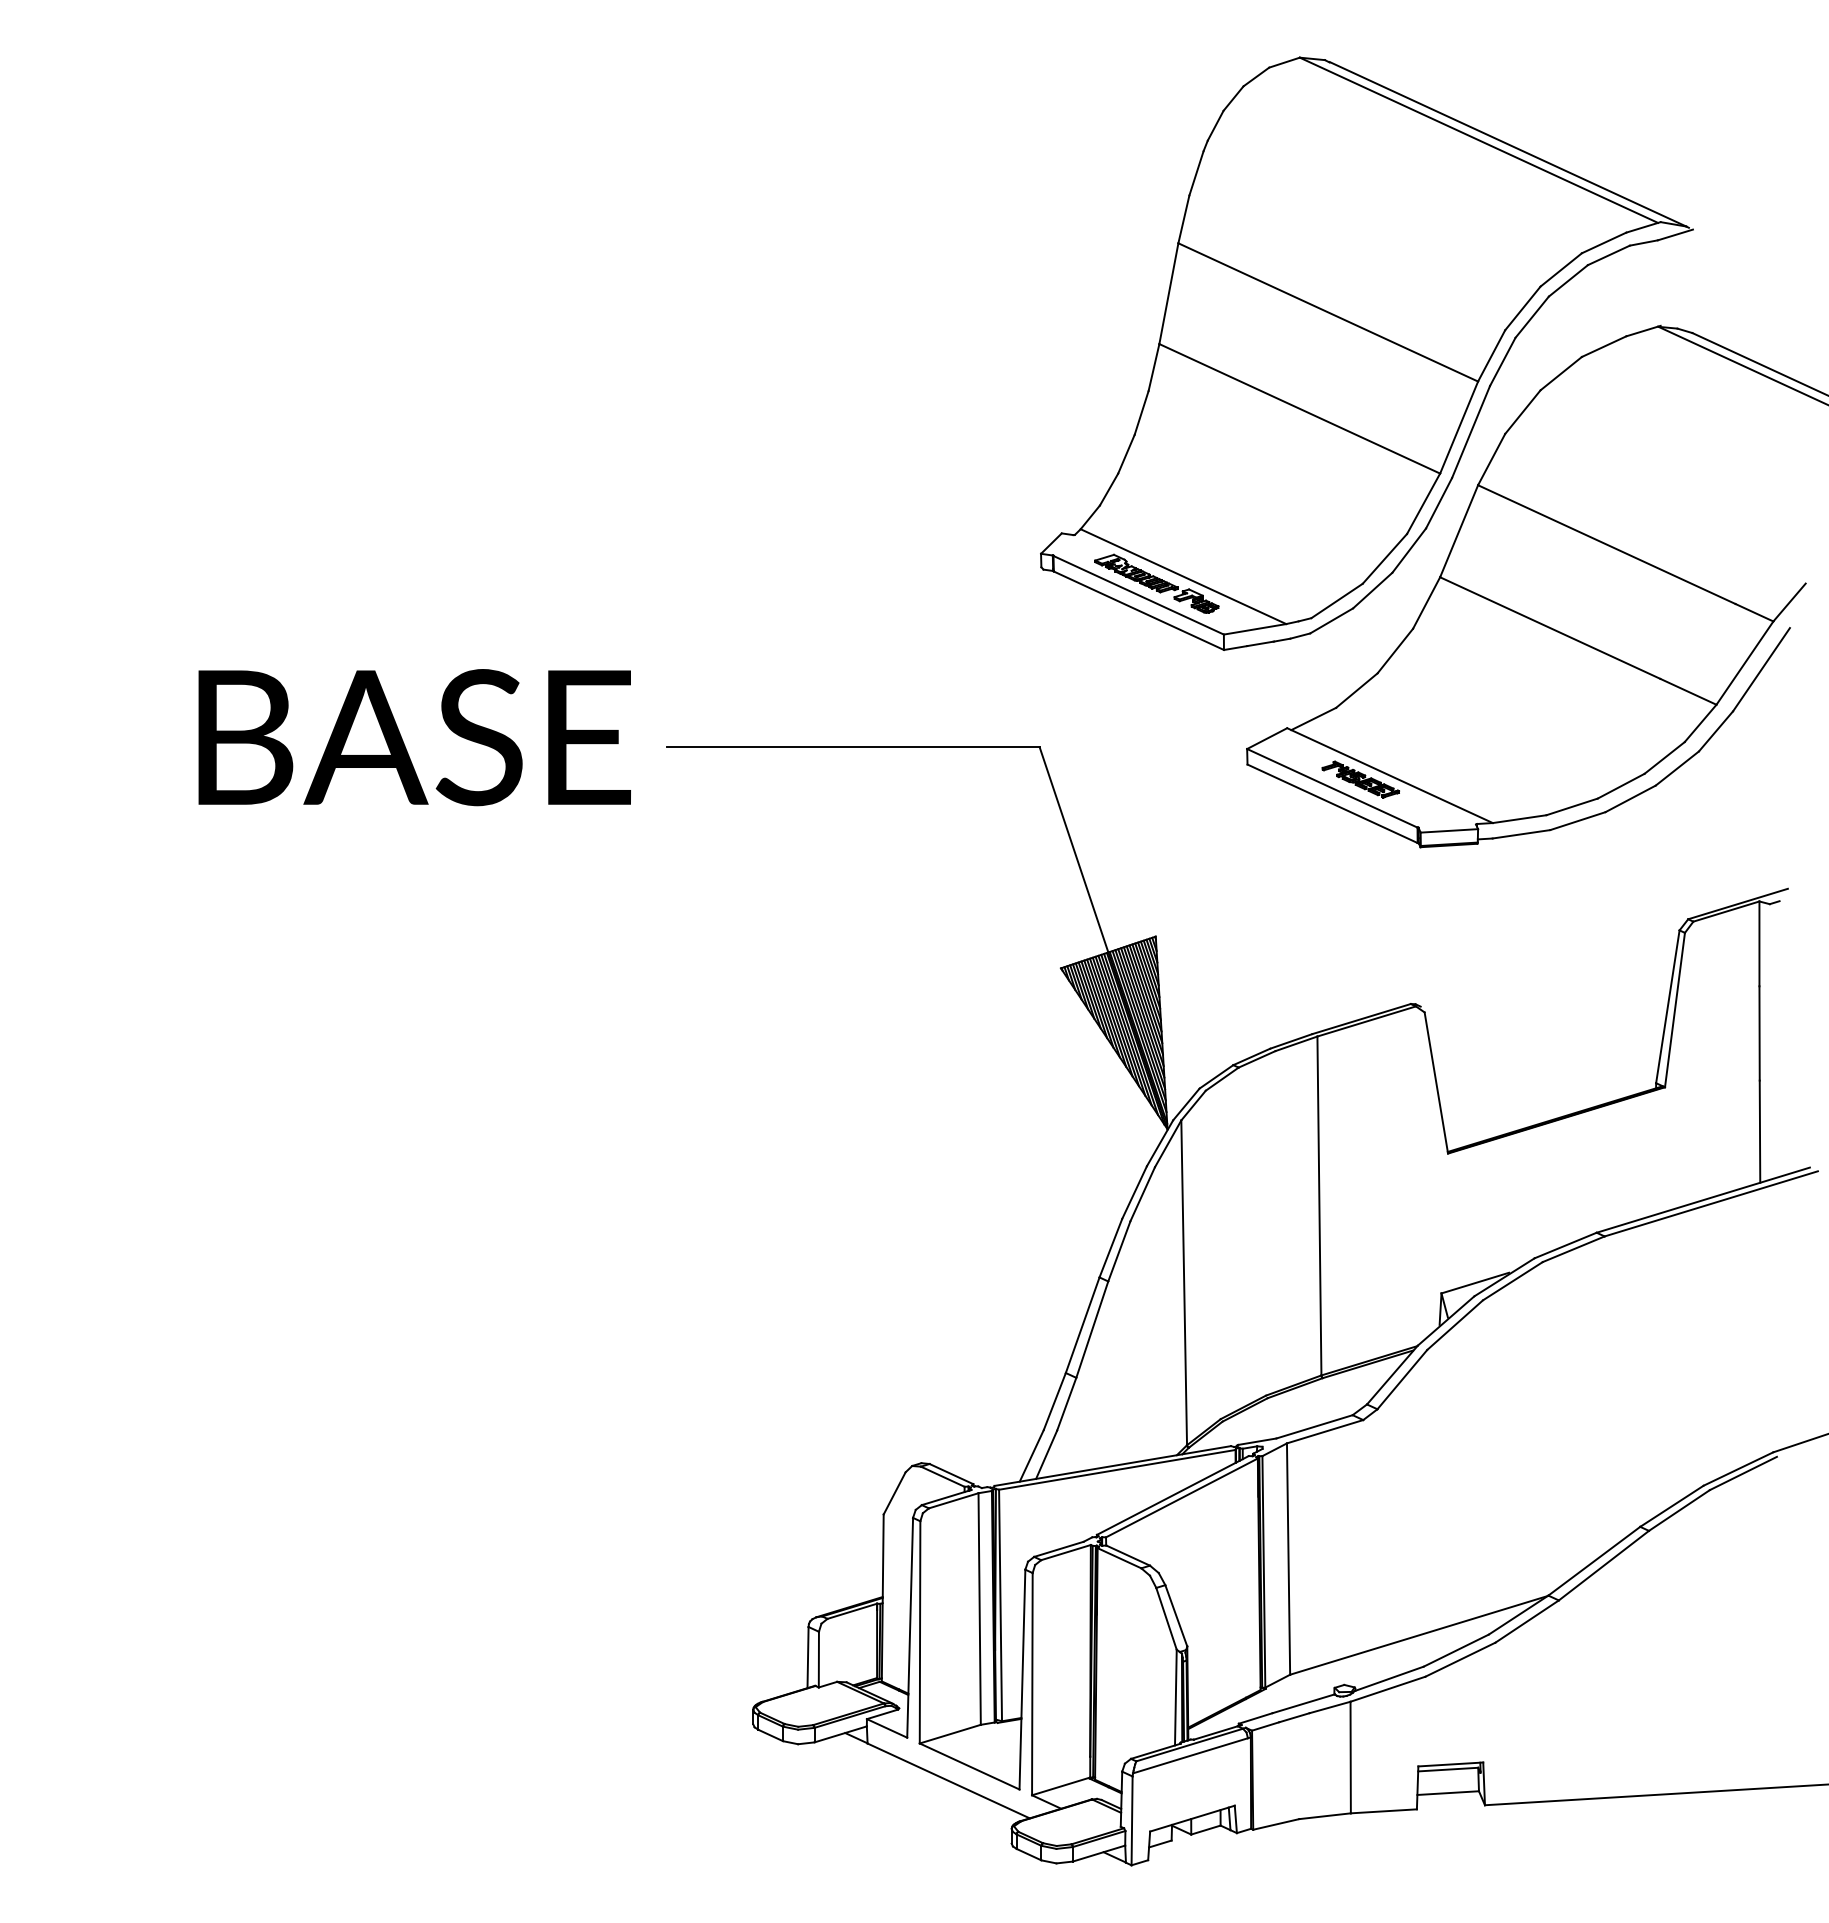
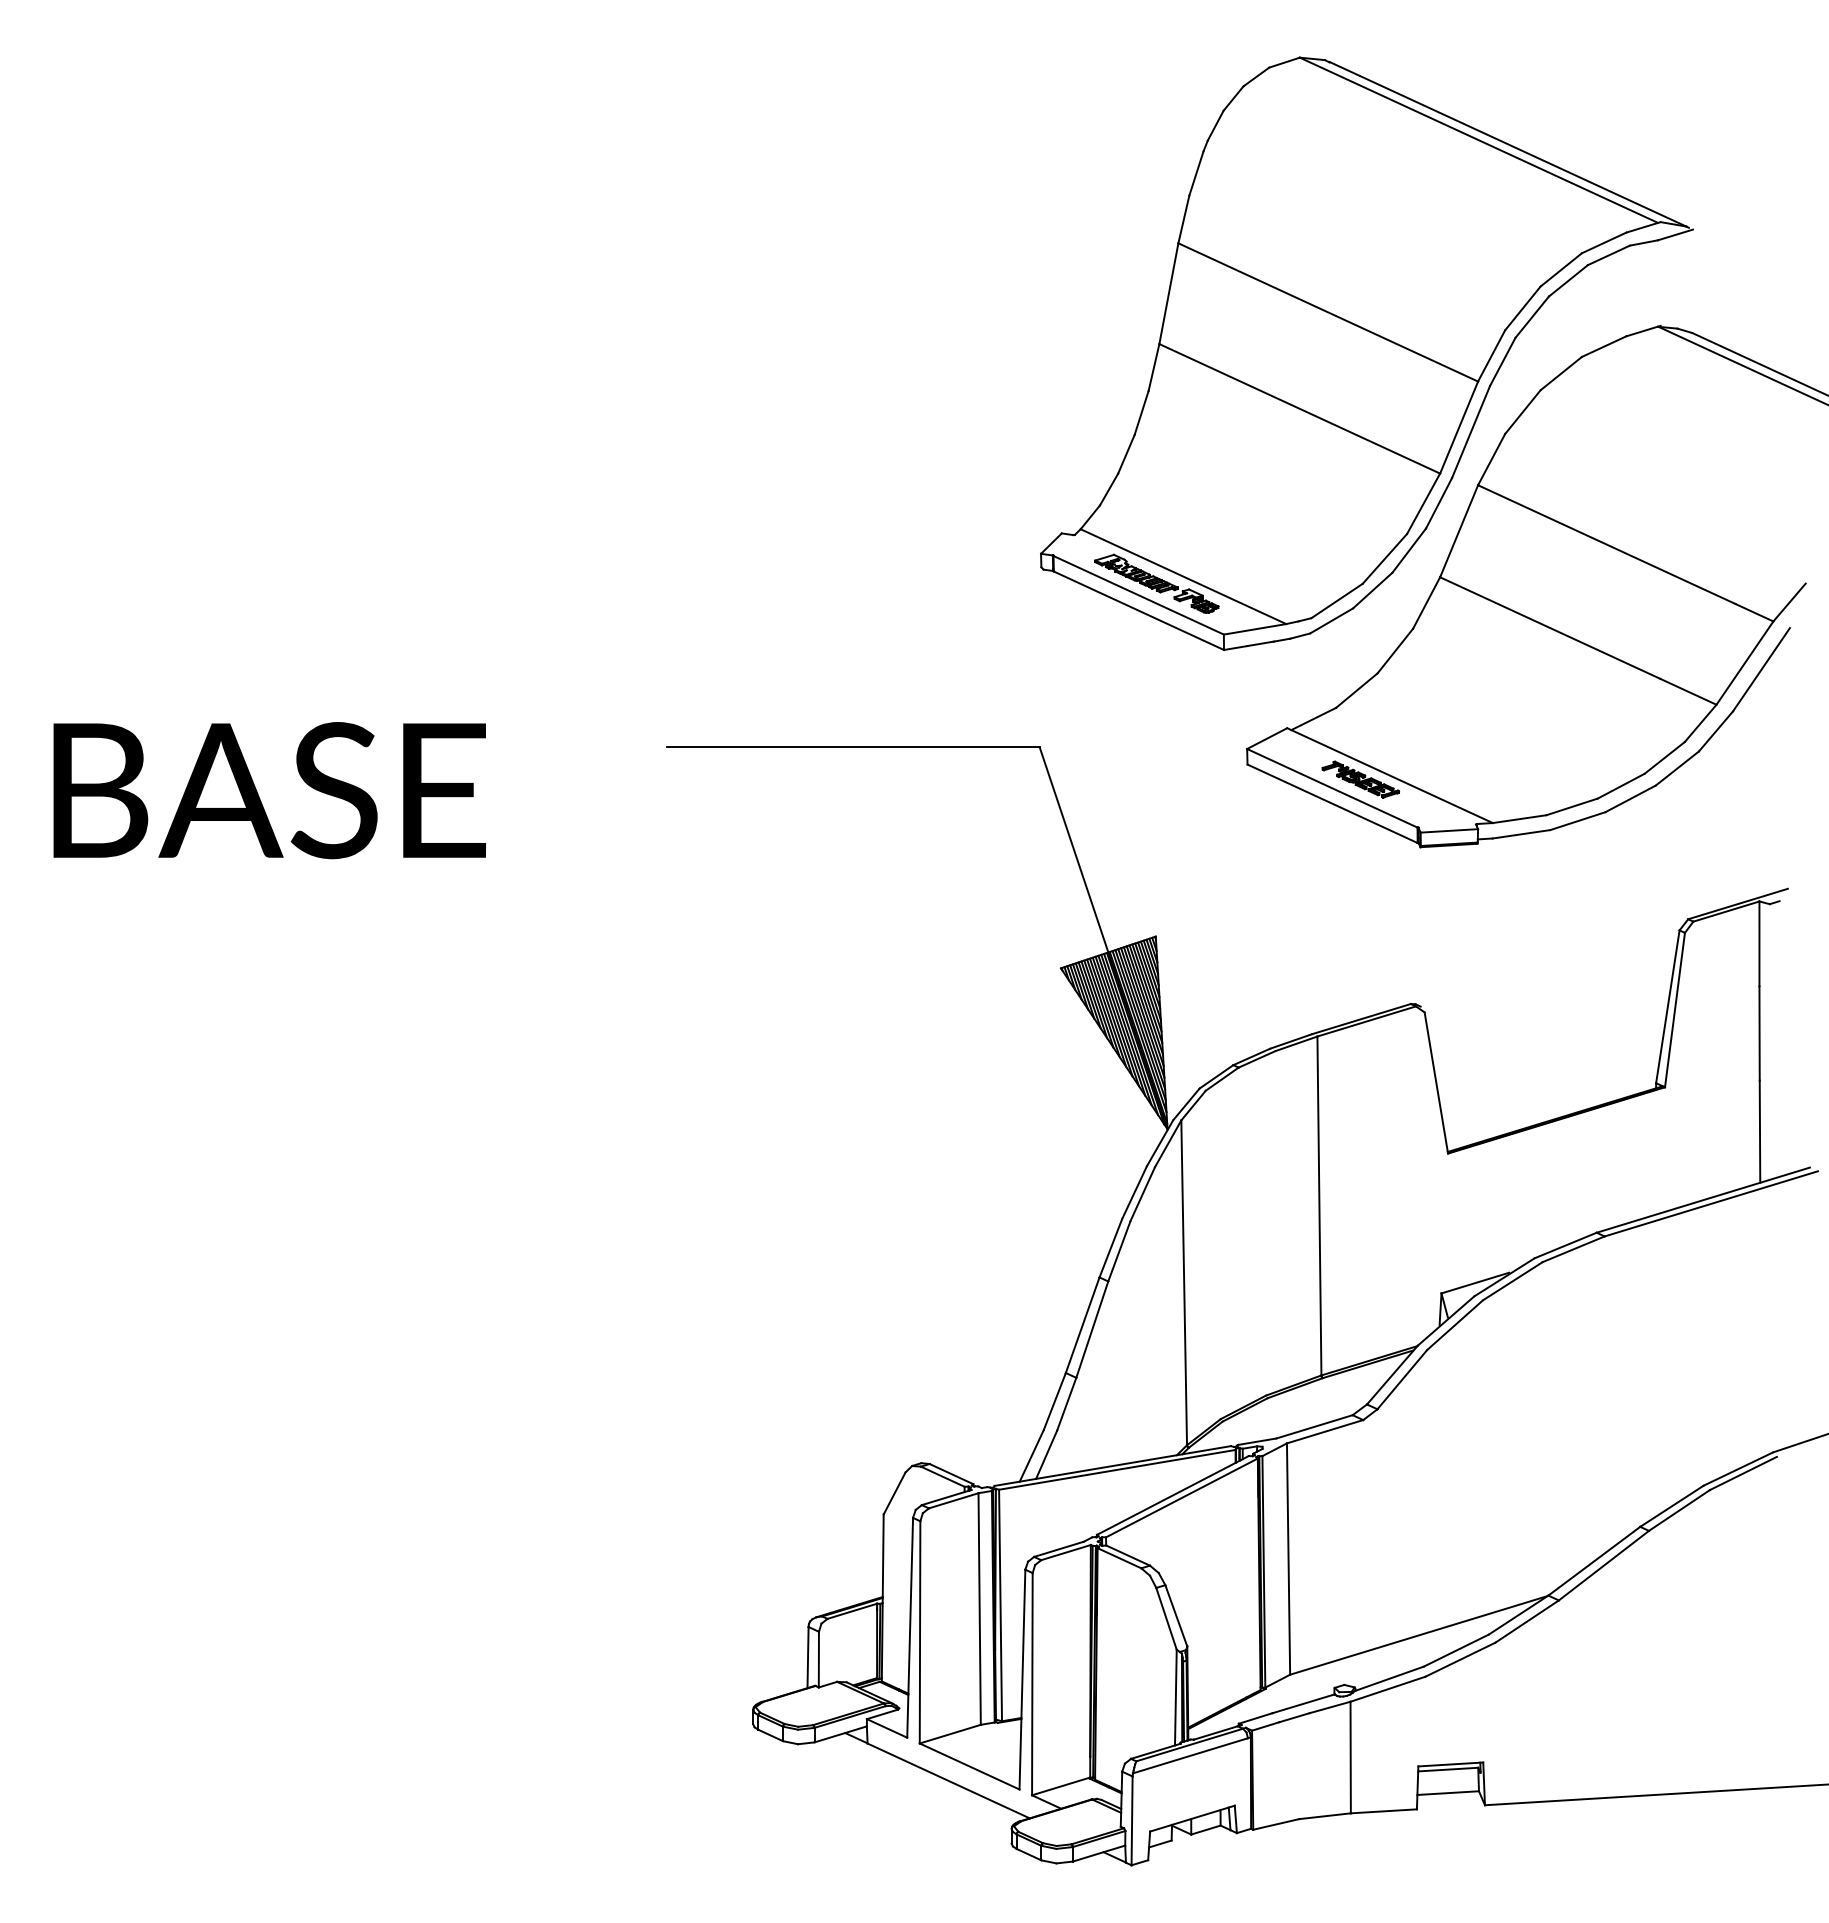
text at (414, 737) position: (414, 737) -> (269, 790)
